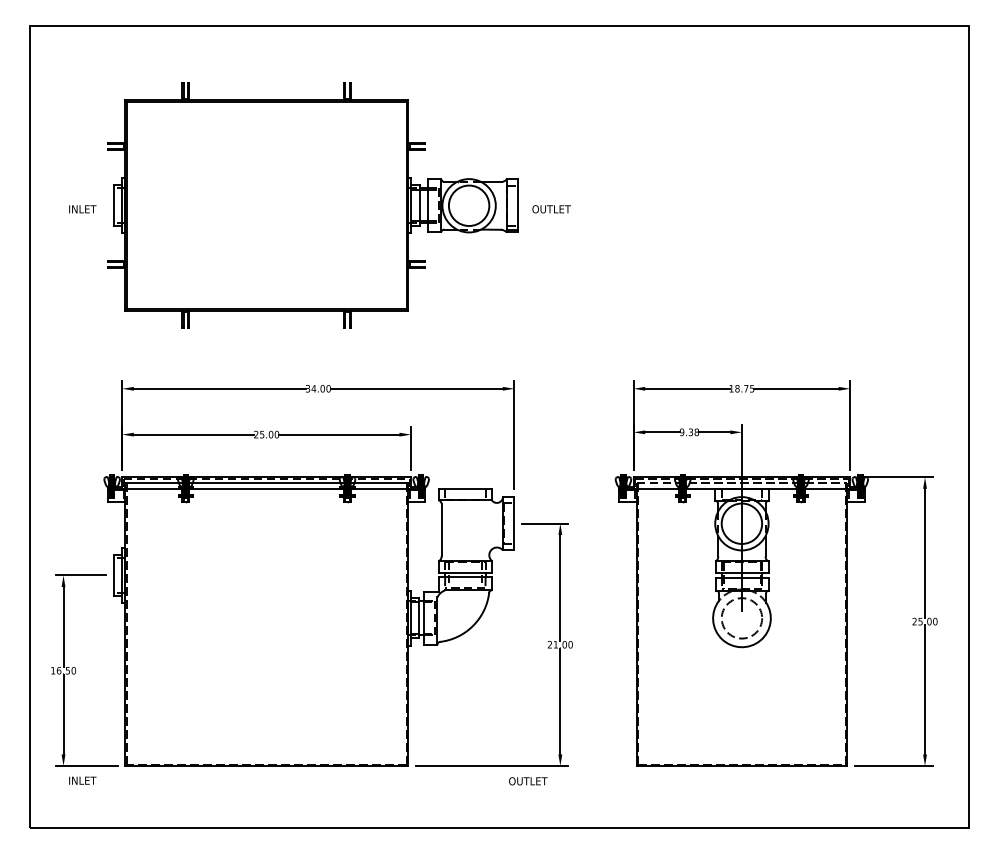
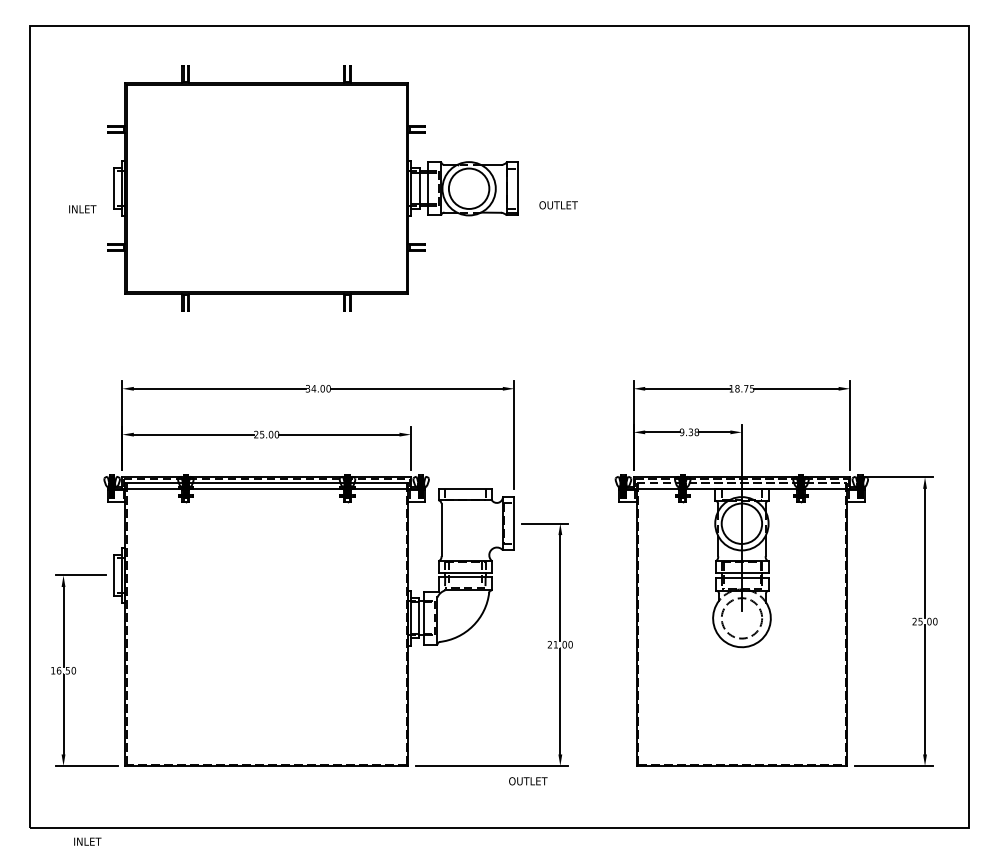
part at (312, 205) position: (312, 205) -> (312, 188)
text at (551, 209) position: (551, 209) -> (558, 205)
text at (82, 780) position: (82, 780) -> (87, 841)
